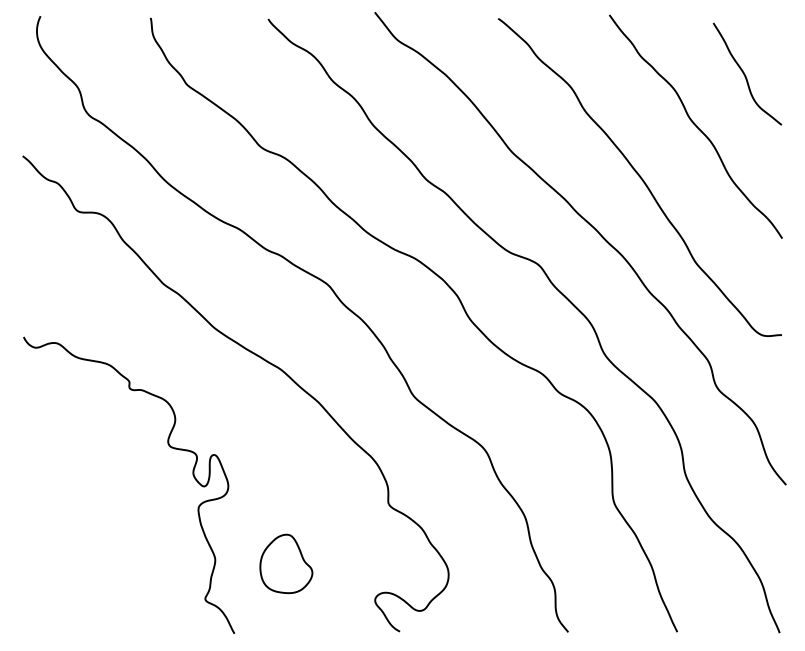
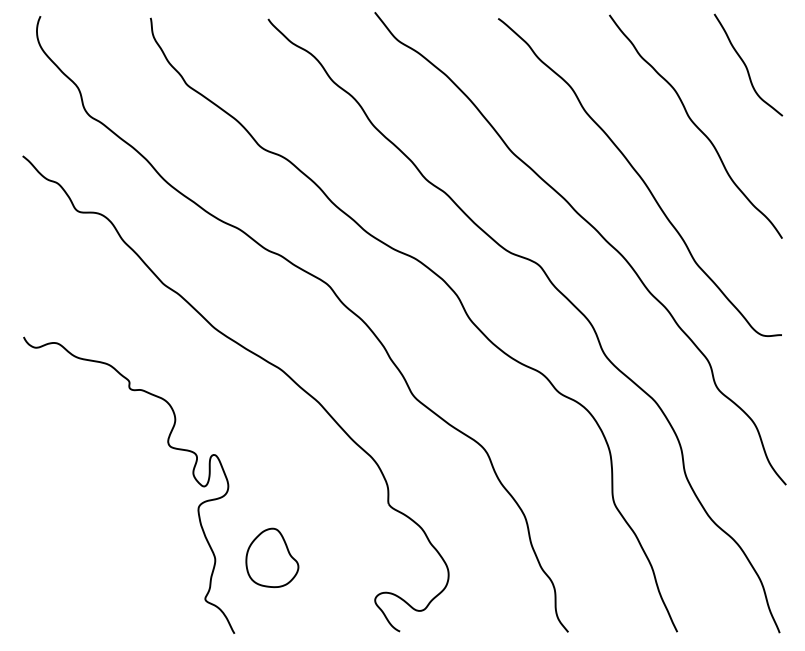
curve at (745, 74) position: (745, 74) -> (746, 65)
part at (286, 563) position: (286, 563) -> (272, 557)
